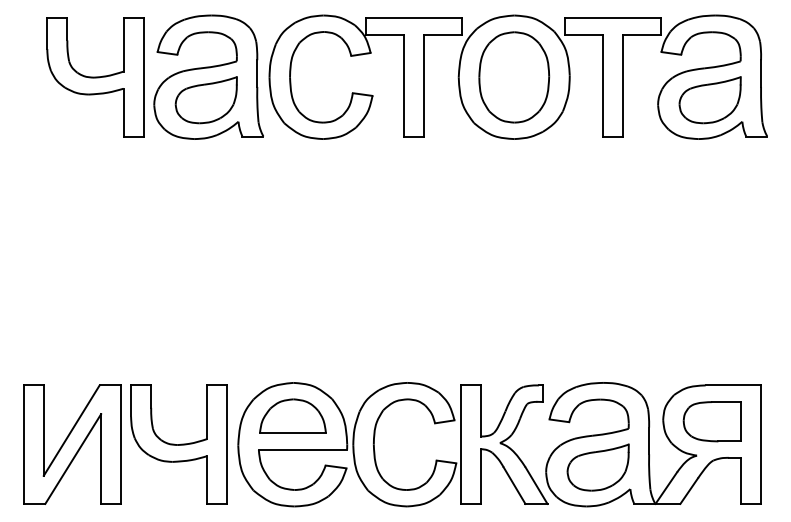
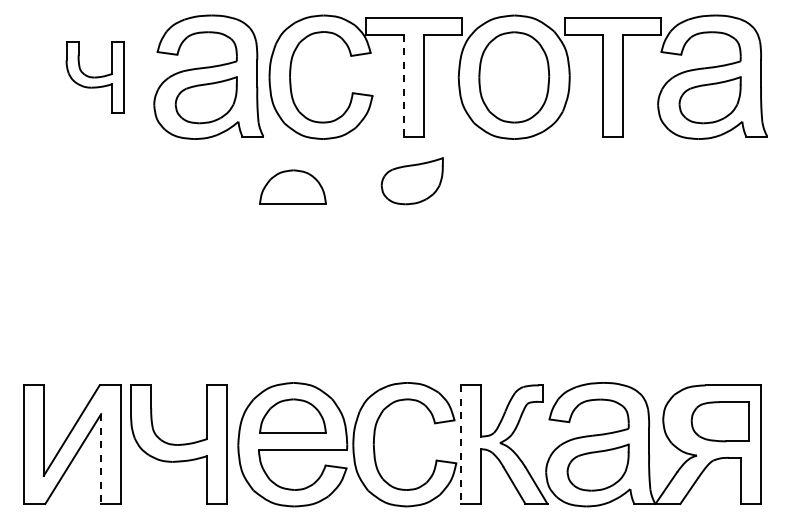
part at (95, 77) size: 99x121 px -> 60x73 px
line at (404, 85): solid -> dashed
part at (411, 181): none -> present
part at (292, 186): none -> present
part at (711, 421) position: (711, 421) -> (719, 421)
line at (460, 445): solid -> dashed
line at (101, 459): solid -> dashed
